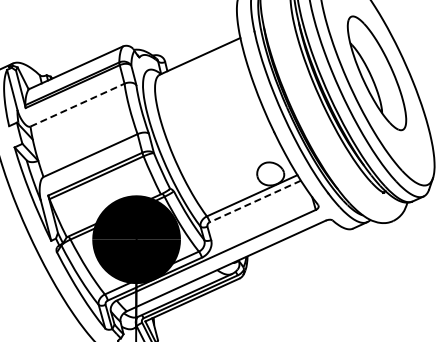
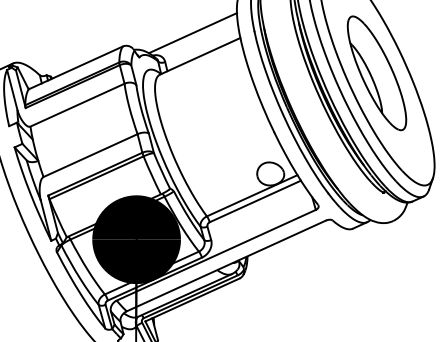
line at (192, 33): none -> present
line at (77, 105): dashed -> solid
line at (254, 201): dashed -> solid
